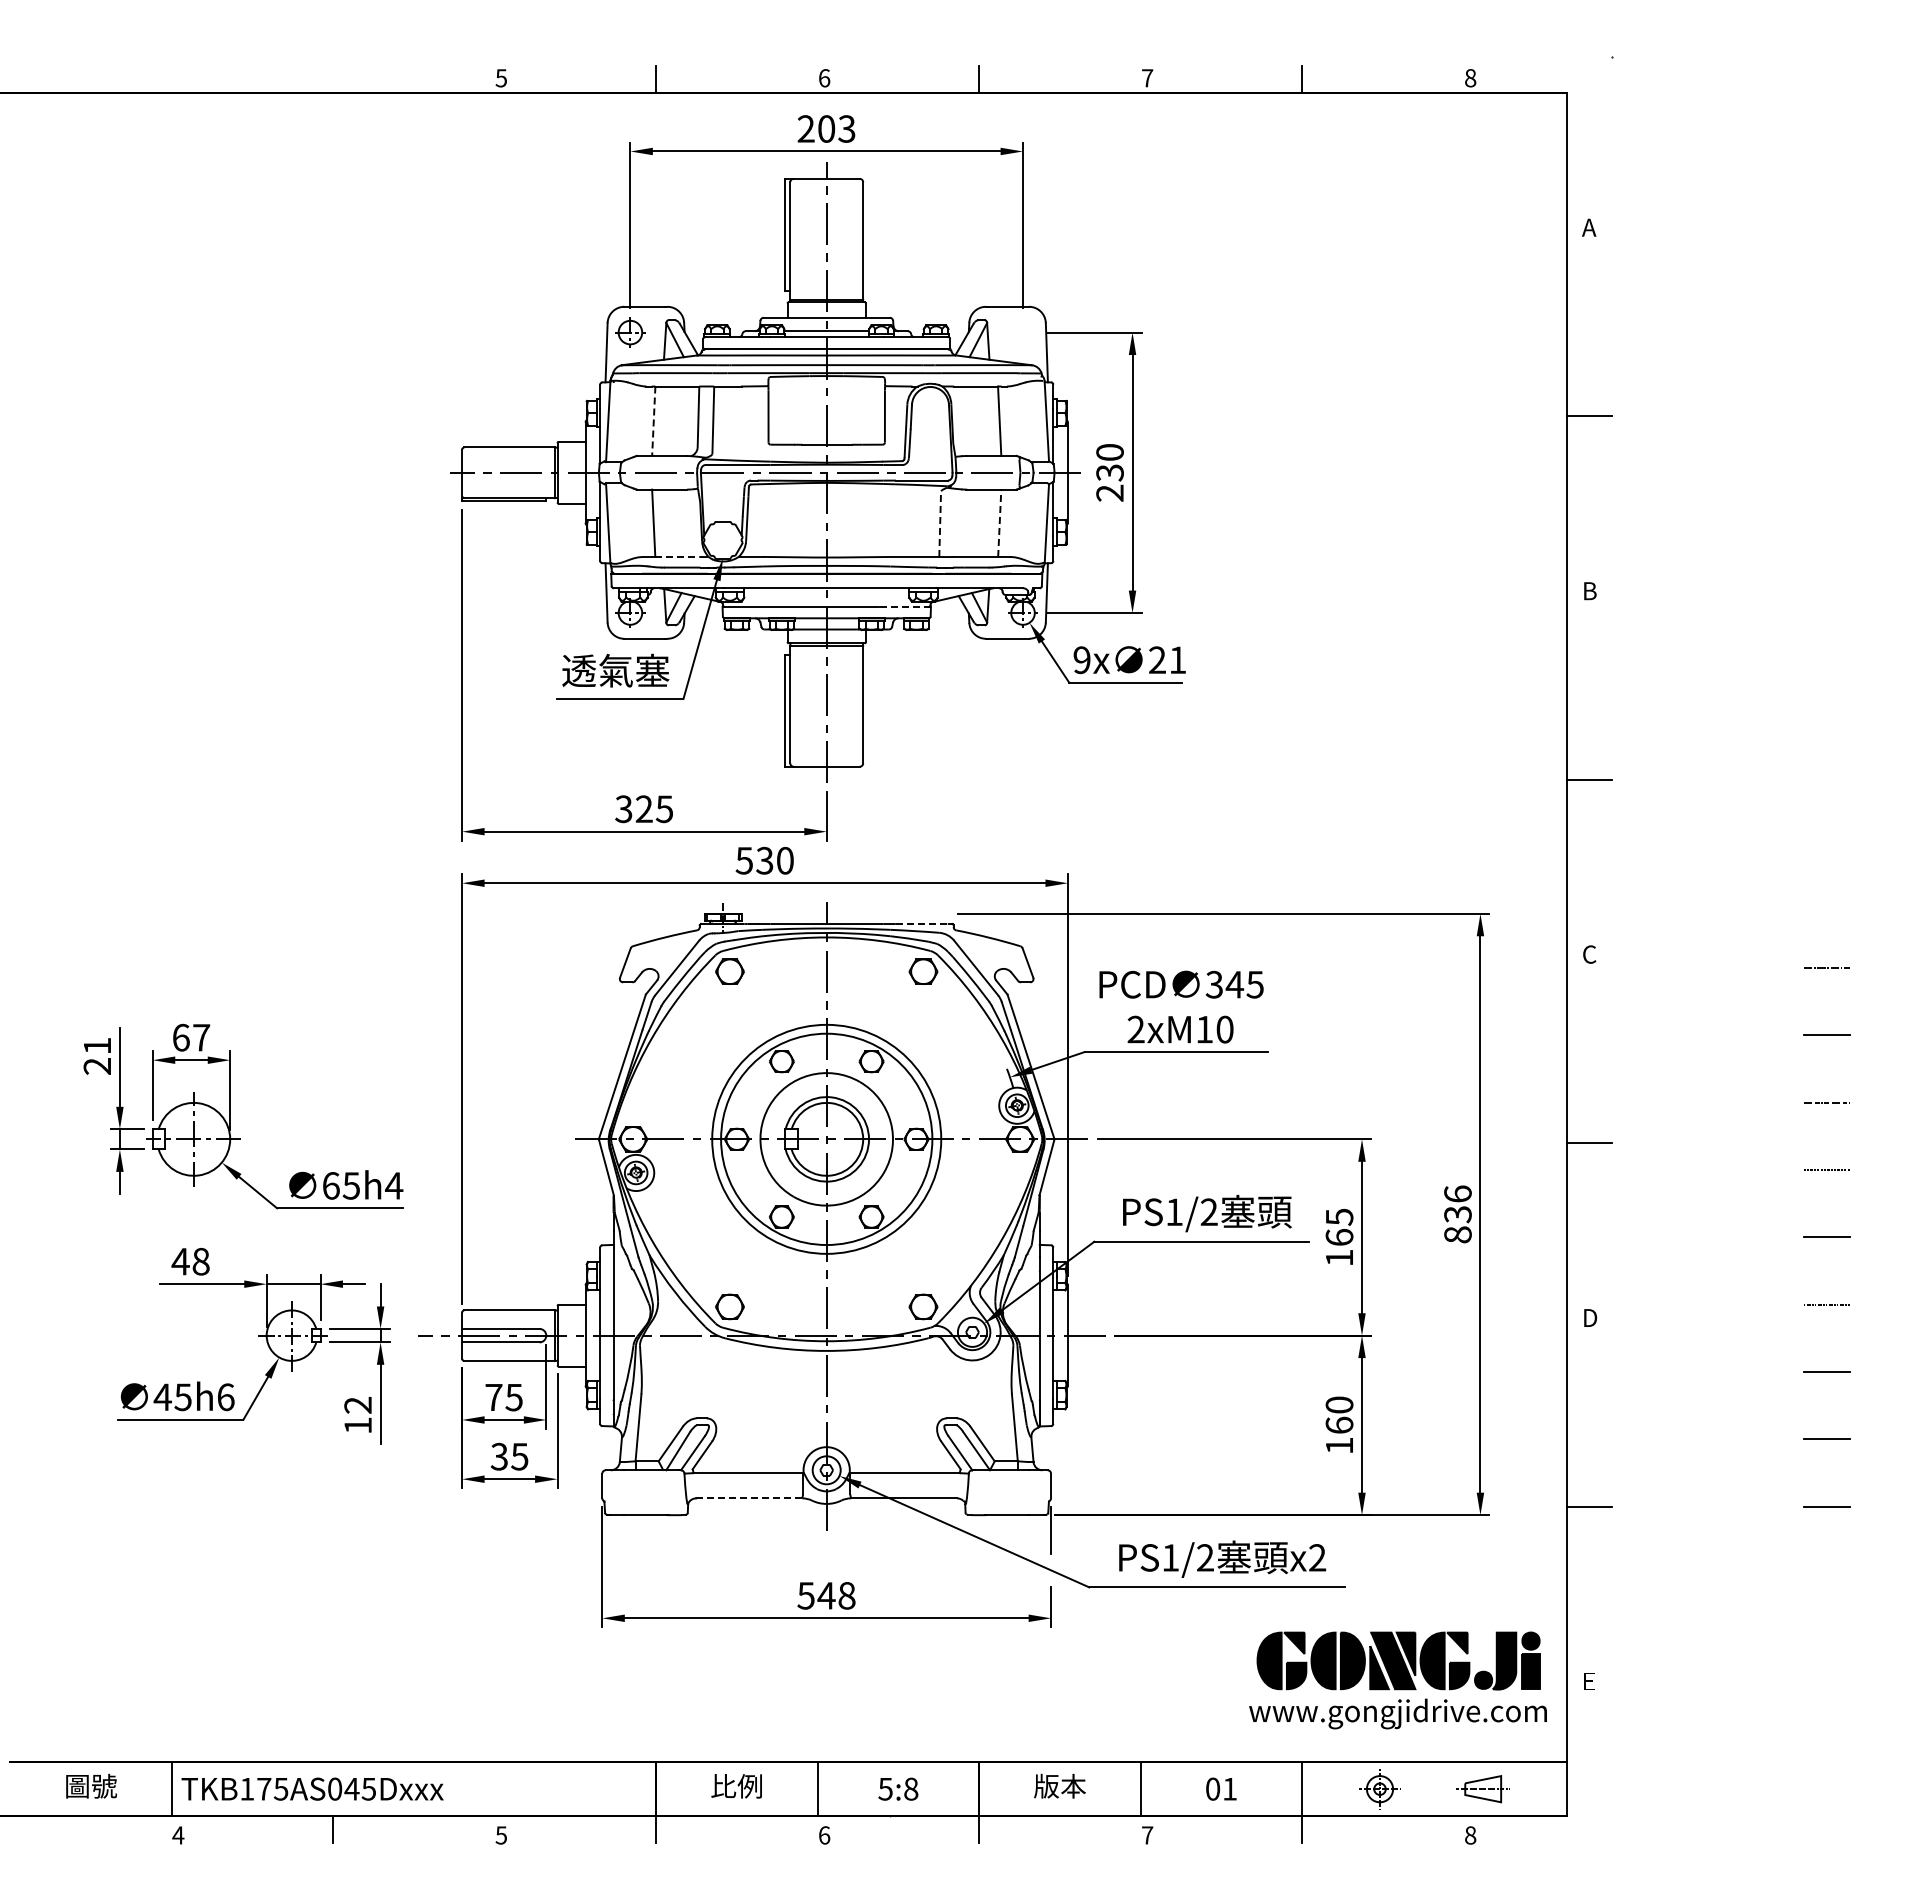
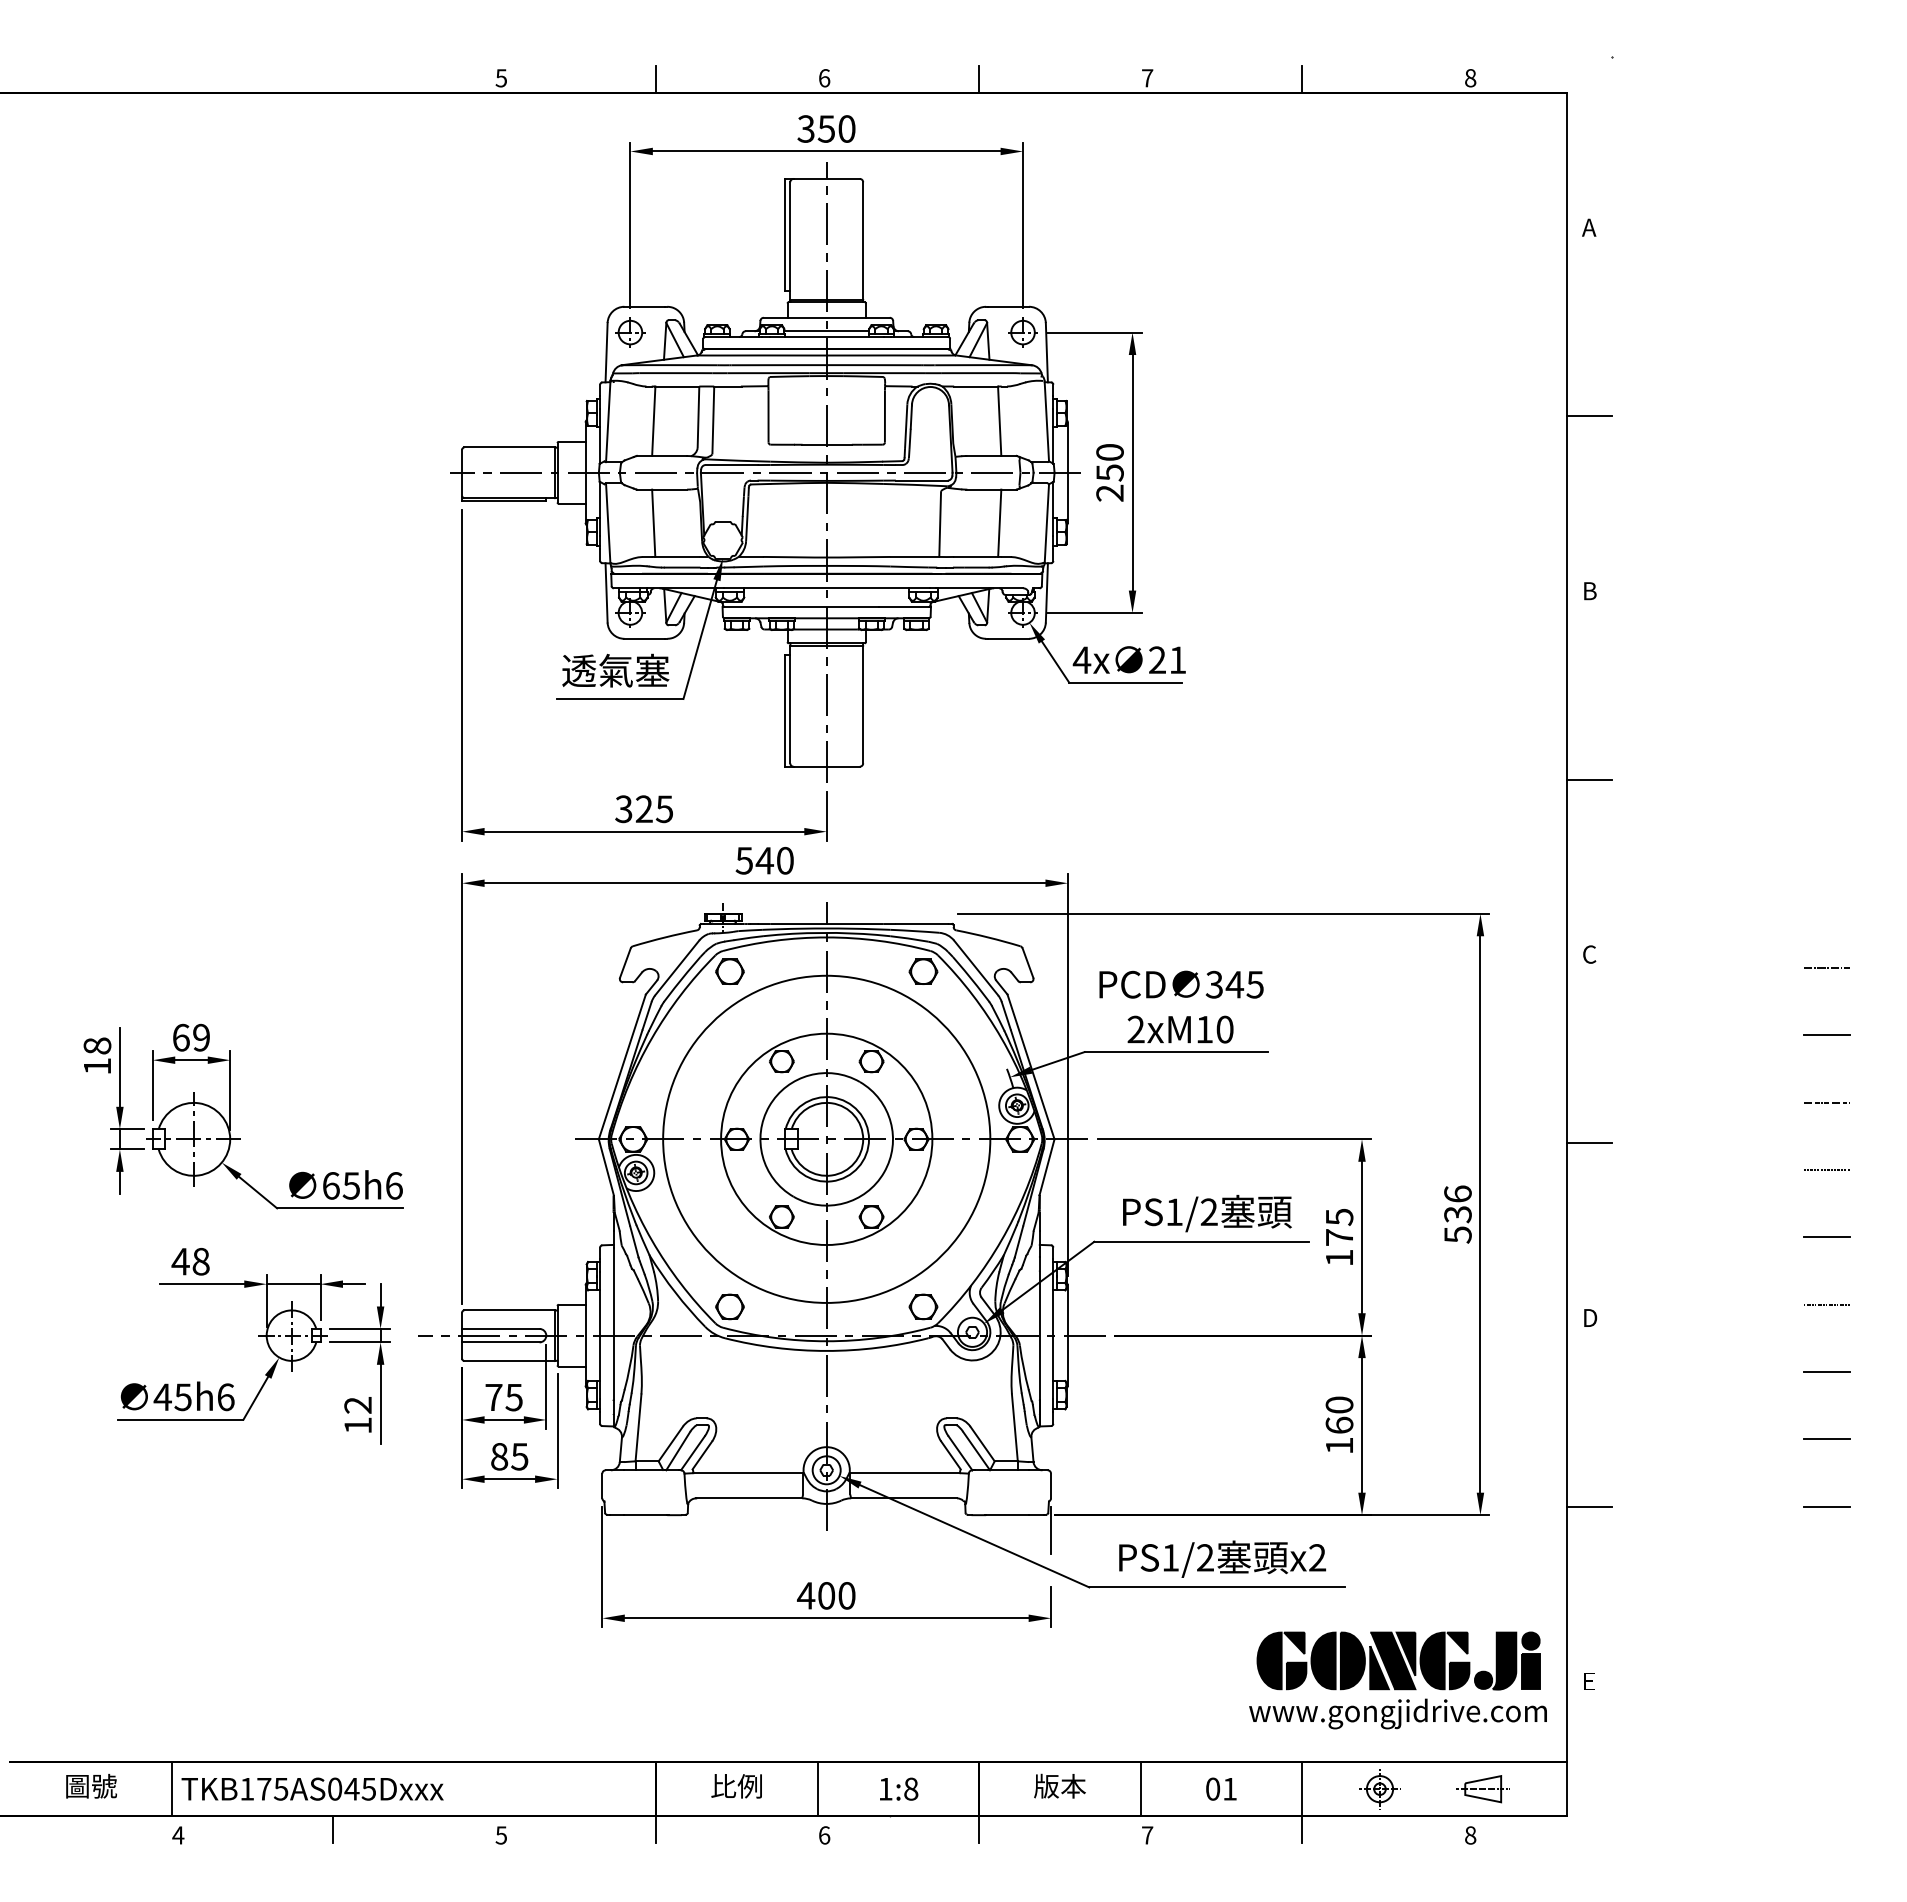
text at (826, 128): 203 -> 350
part at (1022, 332): none -> present
line at (653, 421): dashed -> solid
text at (1109, 472): 230 -> 250
line at (999, 523): dashed -> solid
line at (940, 524): dashed -> solid
line at (677, 556): dashed -> solid
line at (904, 607): dashed -> solid
text at (1081, 660): 9x -> 4x
text at (764, 860): 530 -> 540
line at (921, 924): dashed -> solid
text at (201, 1037): 67 -> 69
text at (97, 1055): 21 -> 18
circle at (826, 1138) diameter: 229 px -> 327 px
text at (394, 1185): 65h4 -> 65h6
text at (1457, 1234): 836 -> 536
text at (1339, 1237): 165 -> 175
text at (499, 1456): 35 -> 85
line at (749, 1498): dashed -> solid
text at (825, 1595): 548 -> 400
text at (885, 1789): 5:8 -> 1:8
